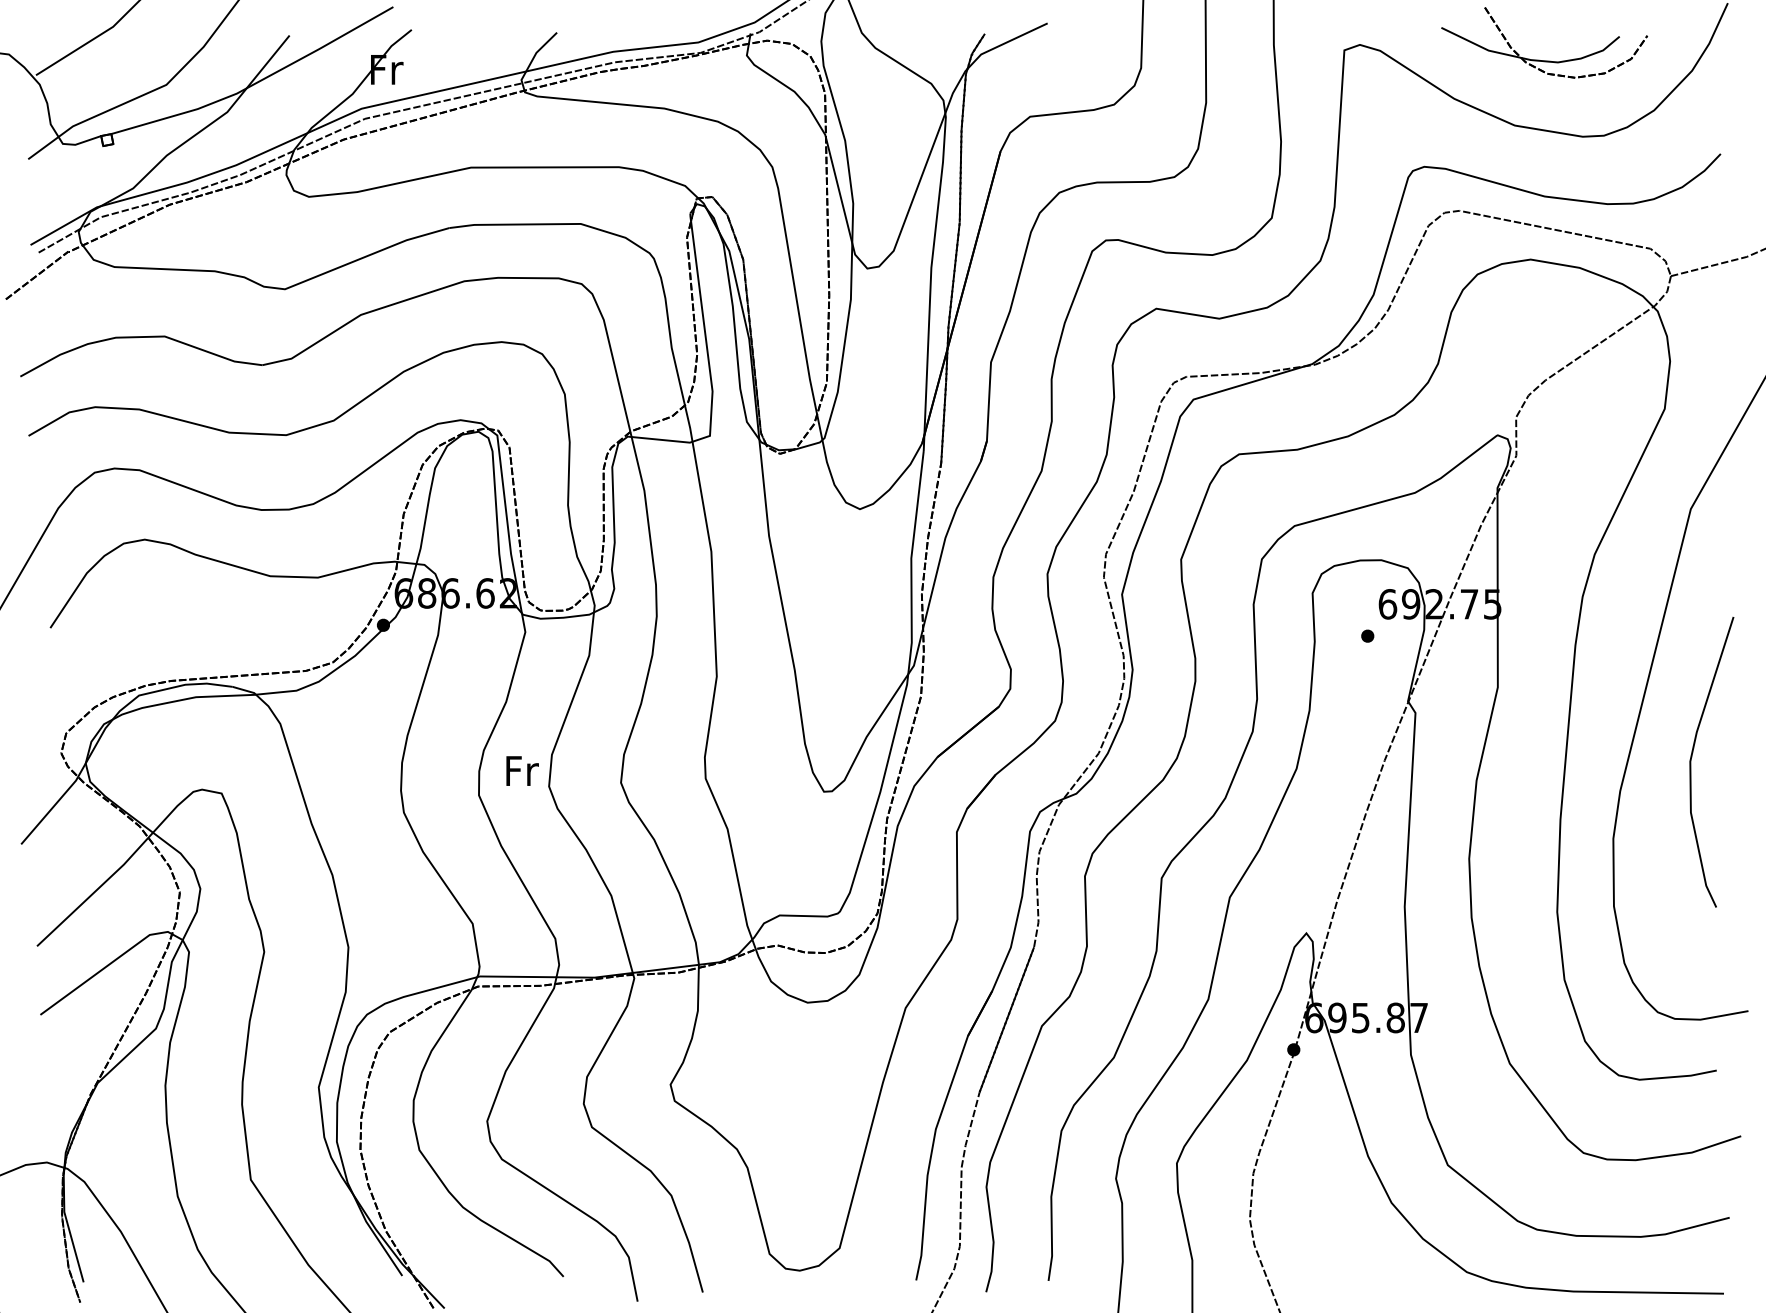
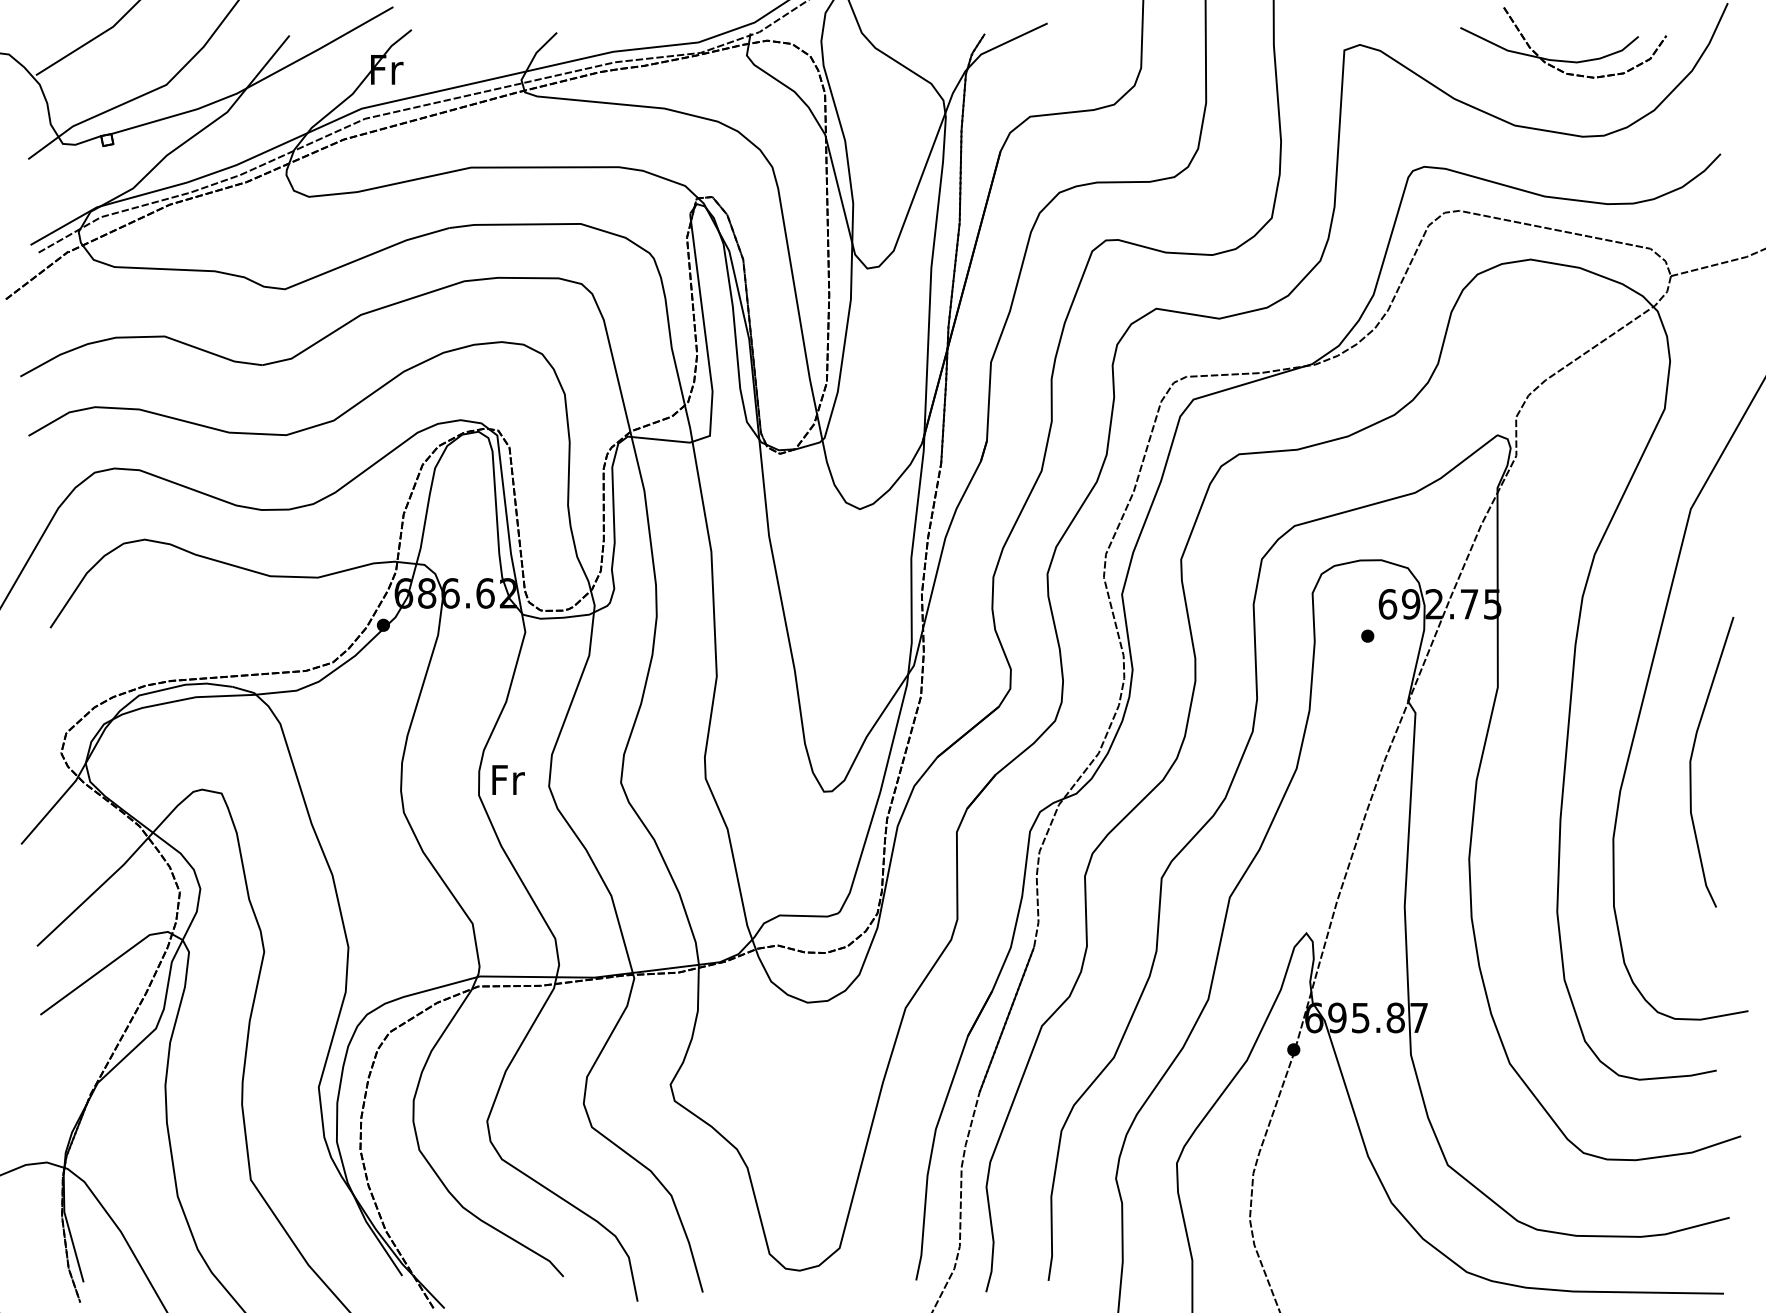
part at (1539, 59) position: (1539, 59) -> (1558, 59)
text at (522, 770) position: (522, 770) -> (508, 779)
